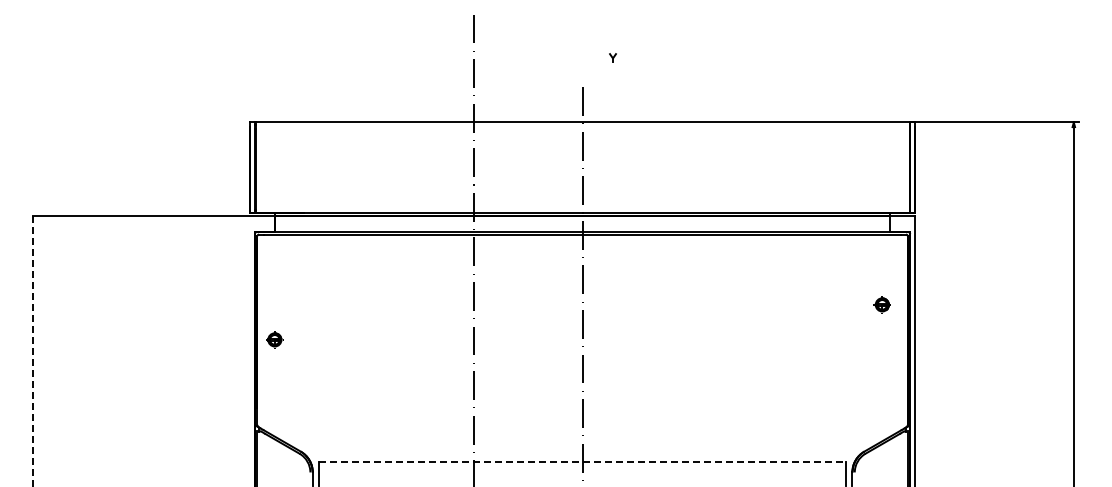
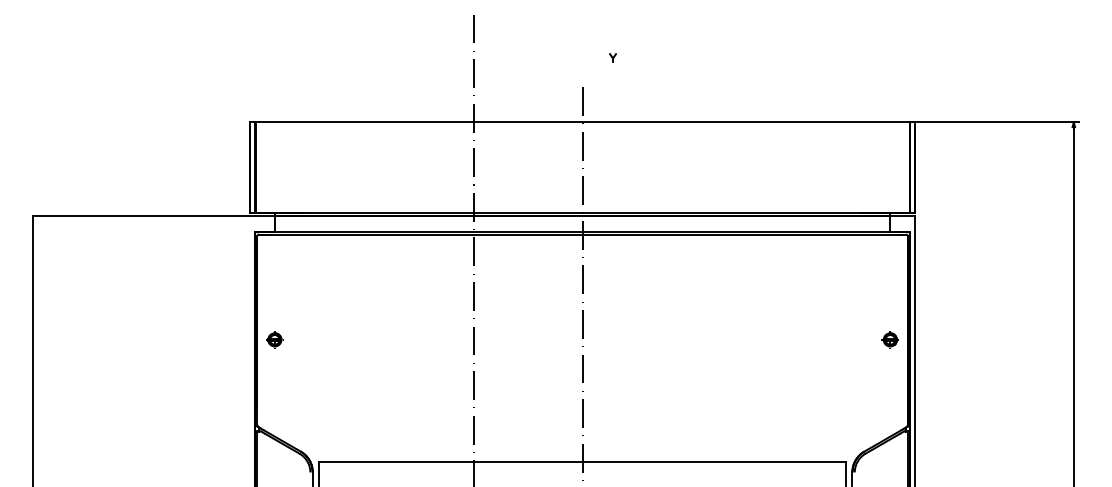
part at (881, 304) position: (881, 304) -> (889, 339)
line at (33, 351): dashed -> solid
line at (583, 461): dashed -> solid
